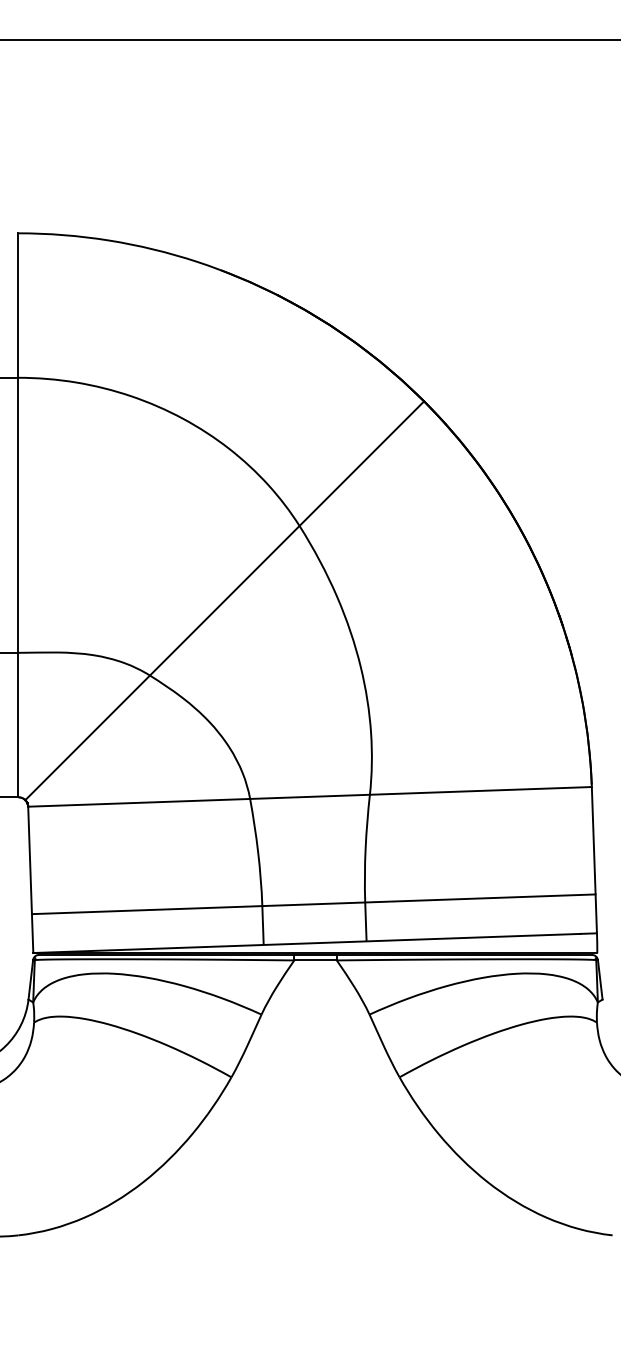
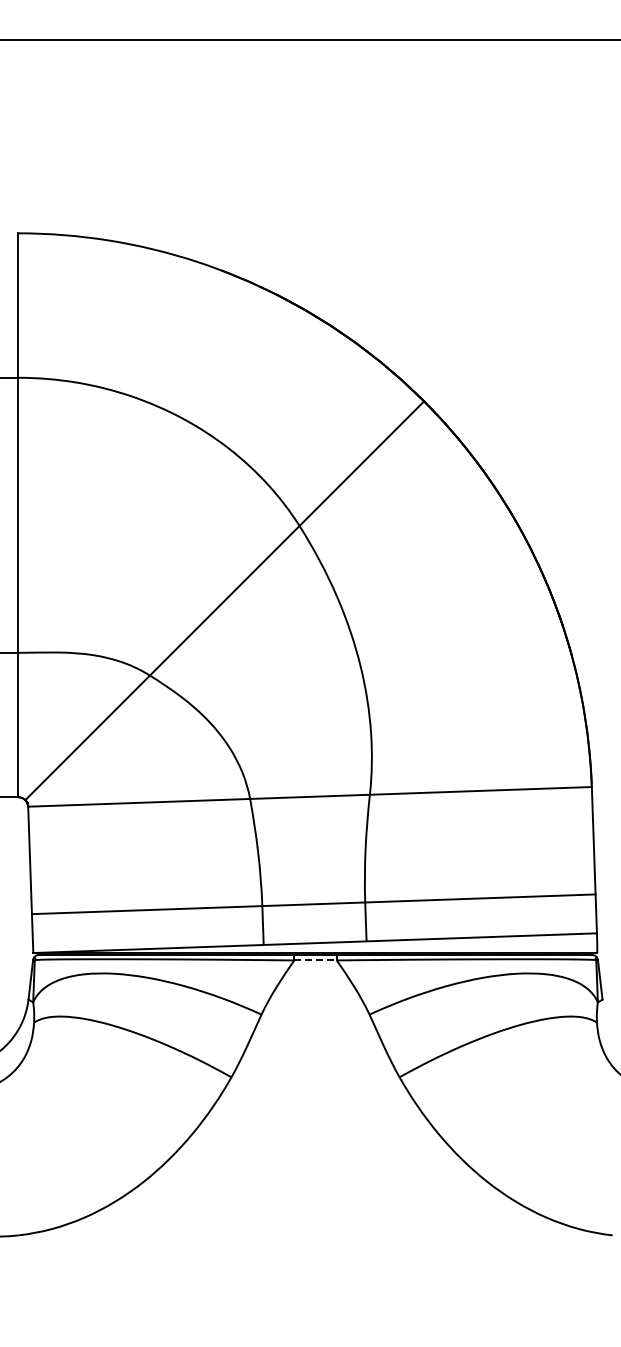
line at (316, 960): solid -> dashed
